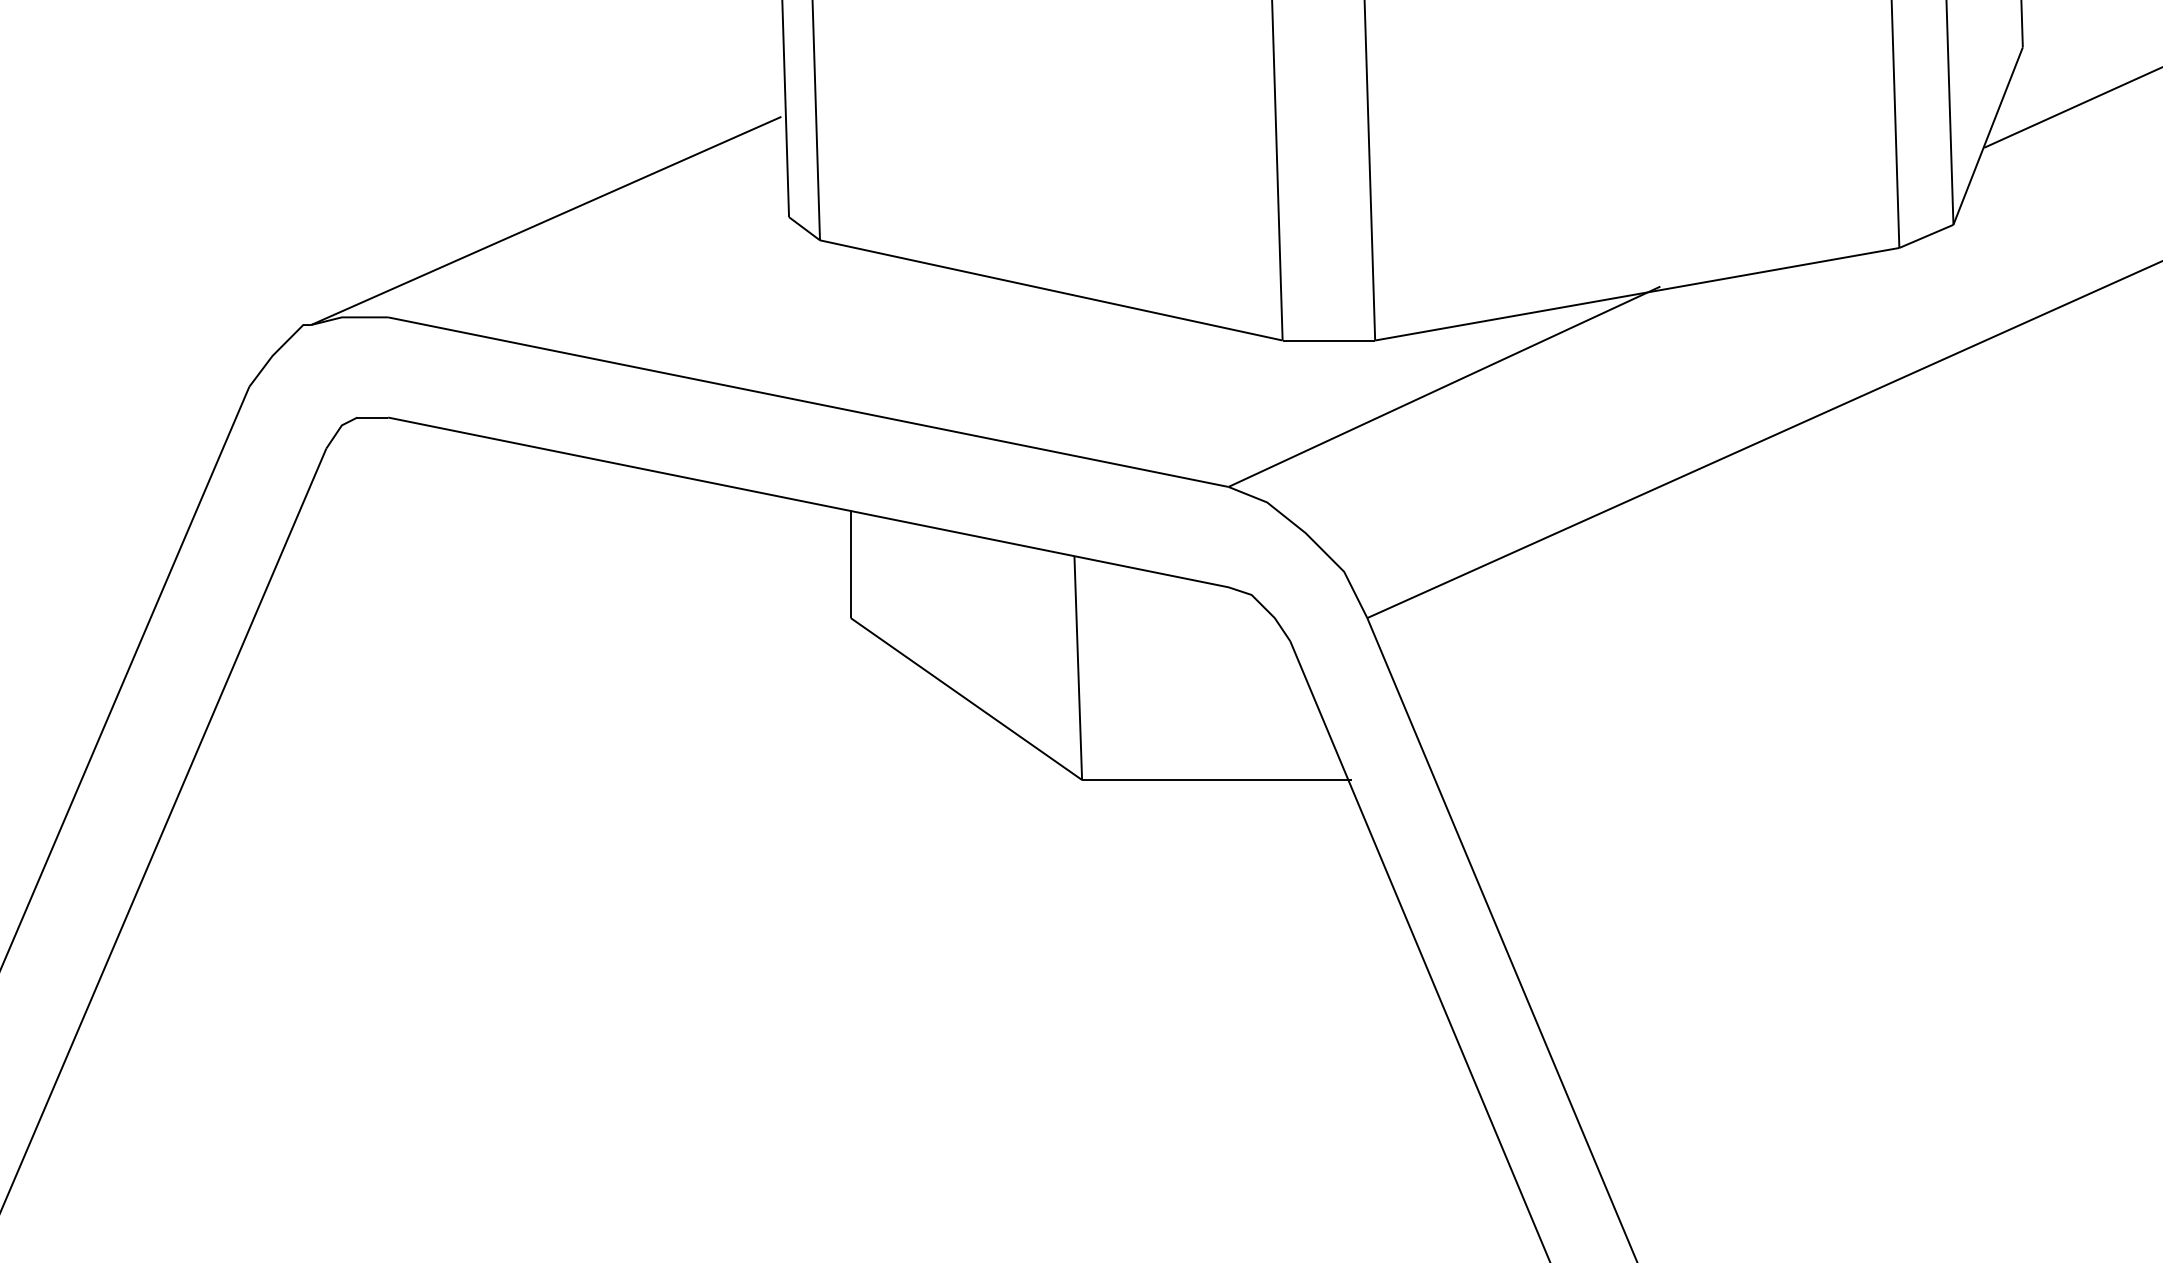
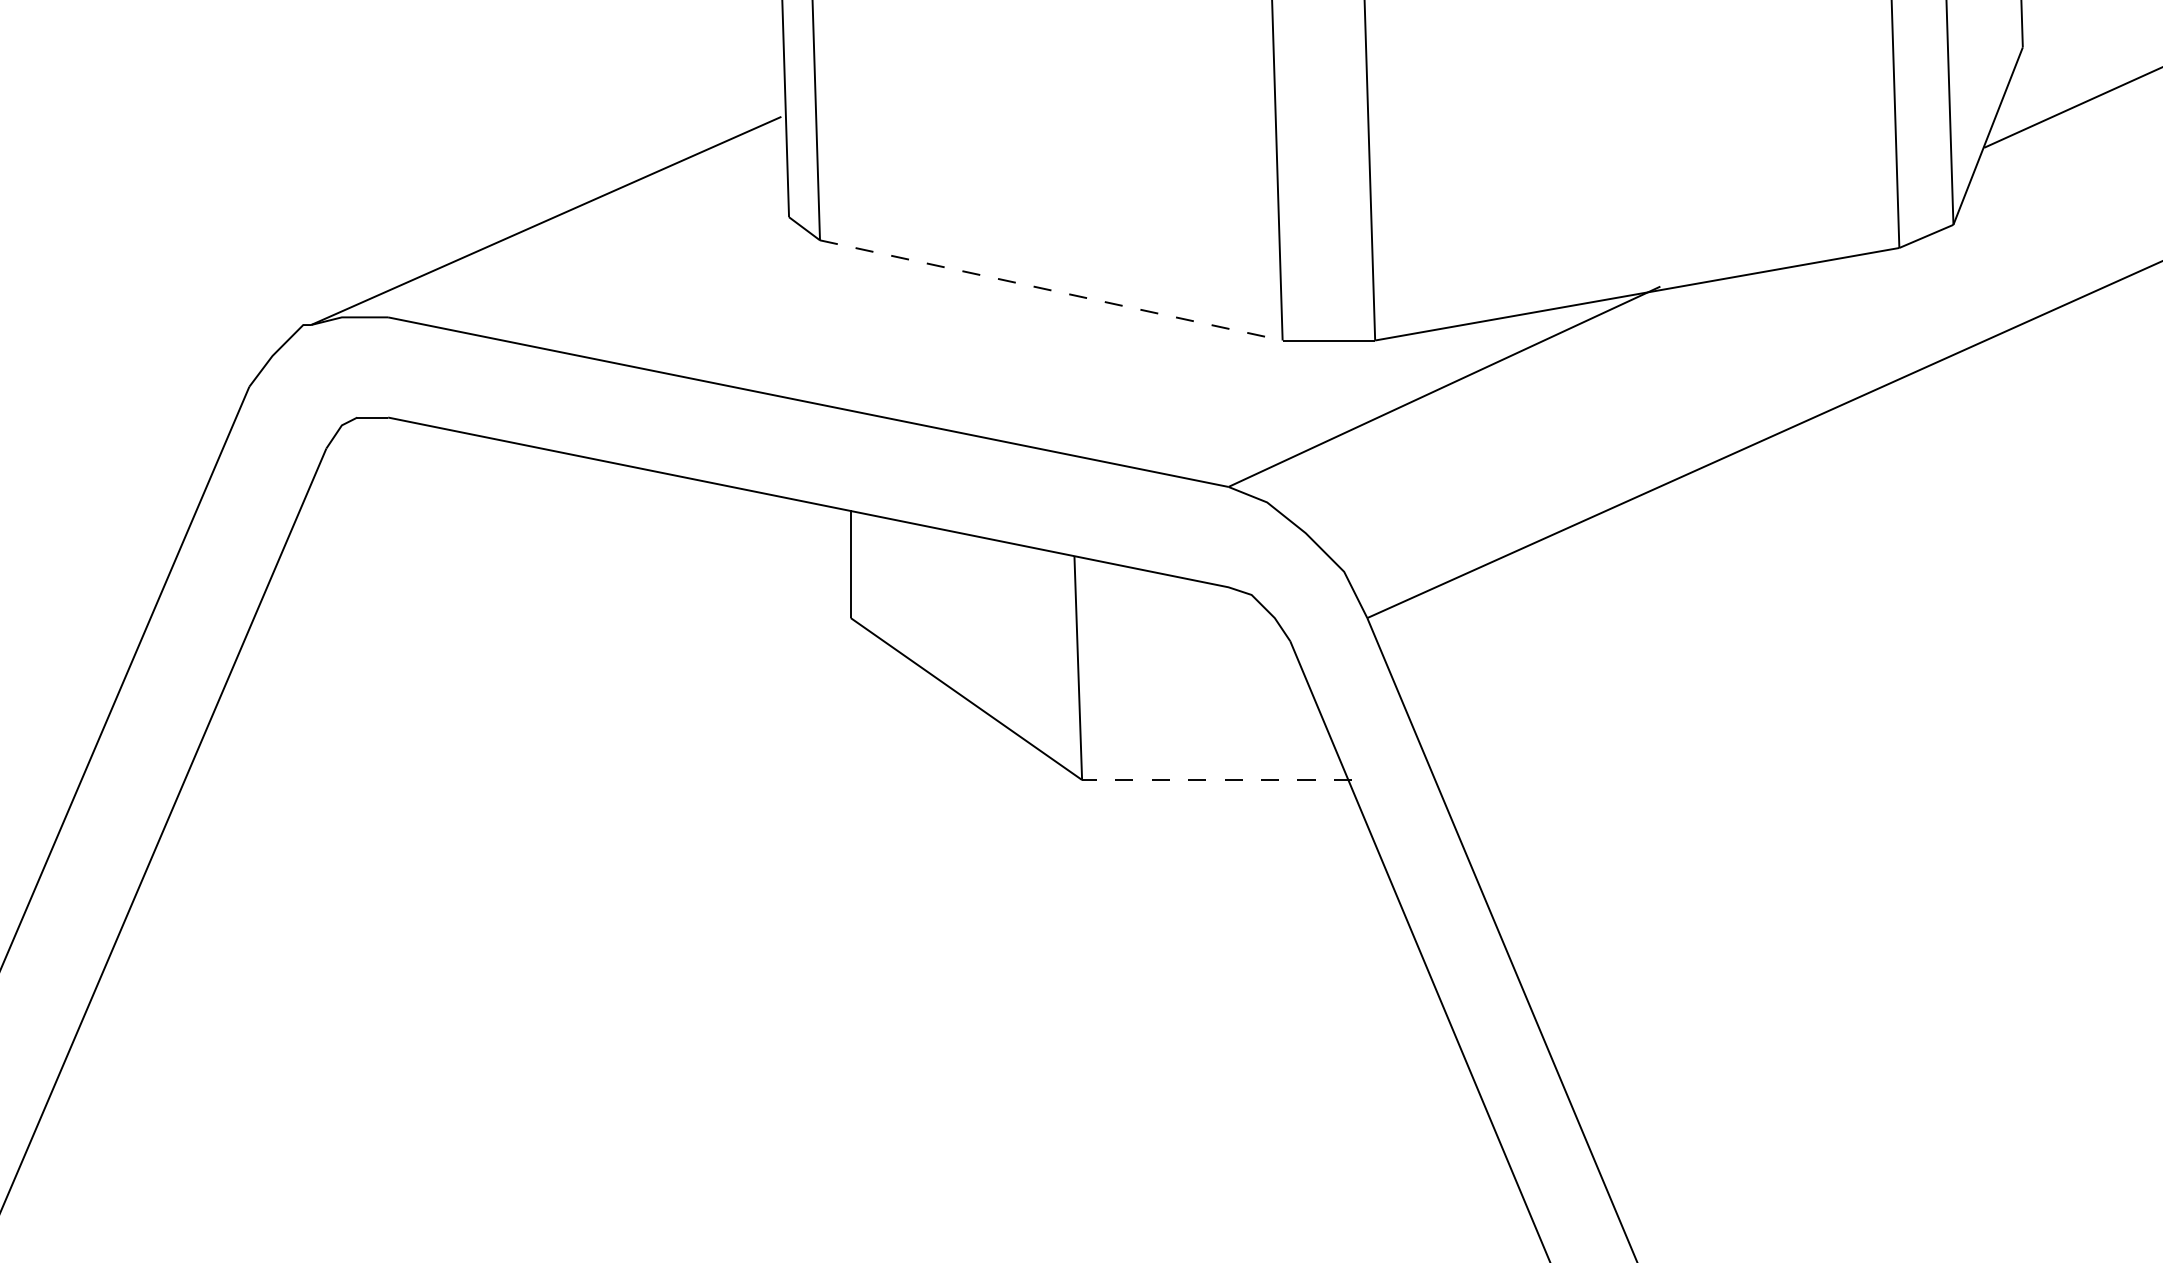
line at (1051, 290): solid -> dashed
line at (1217, 780): solid -> dashed
